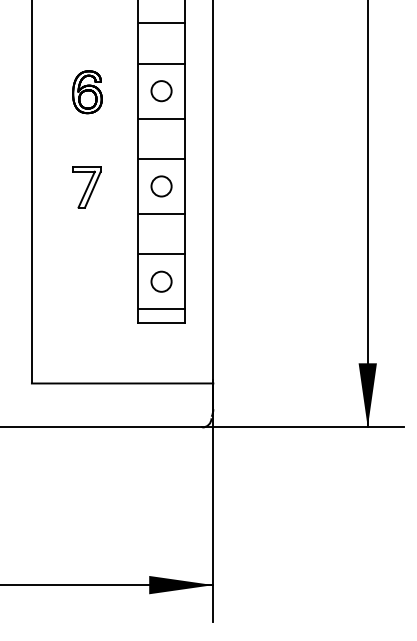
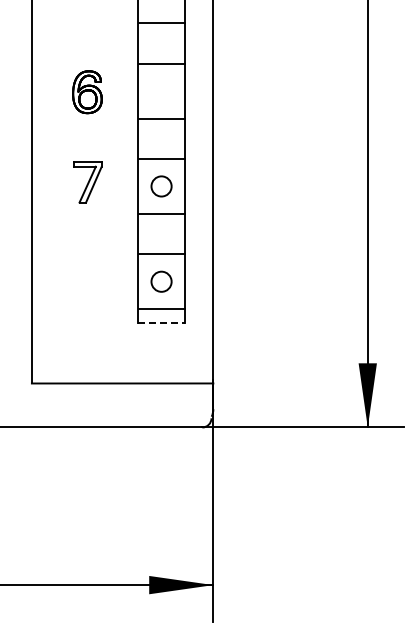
circle at (161, 91): present -> none
part at (86, 187) position: (86, 187) -> (87, 182)
line at (162, 323): solid -> dashed
